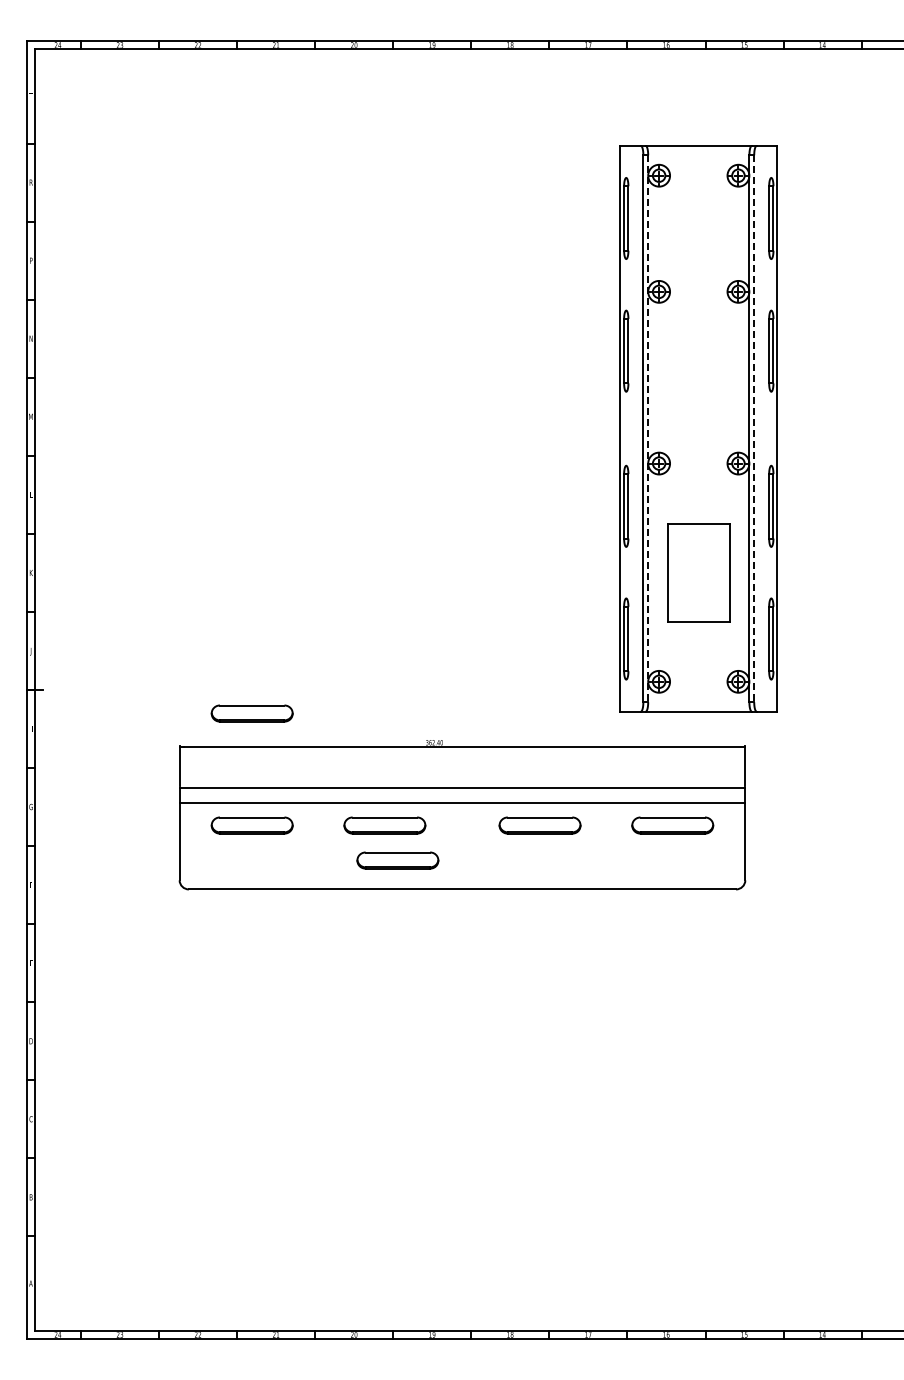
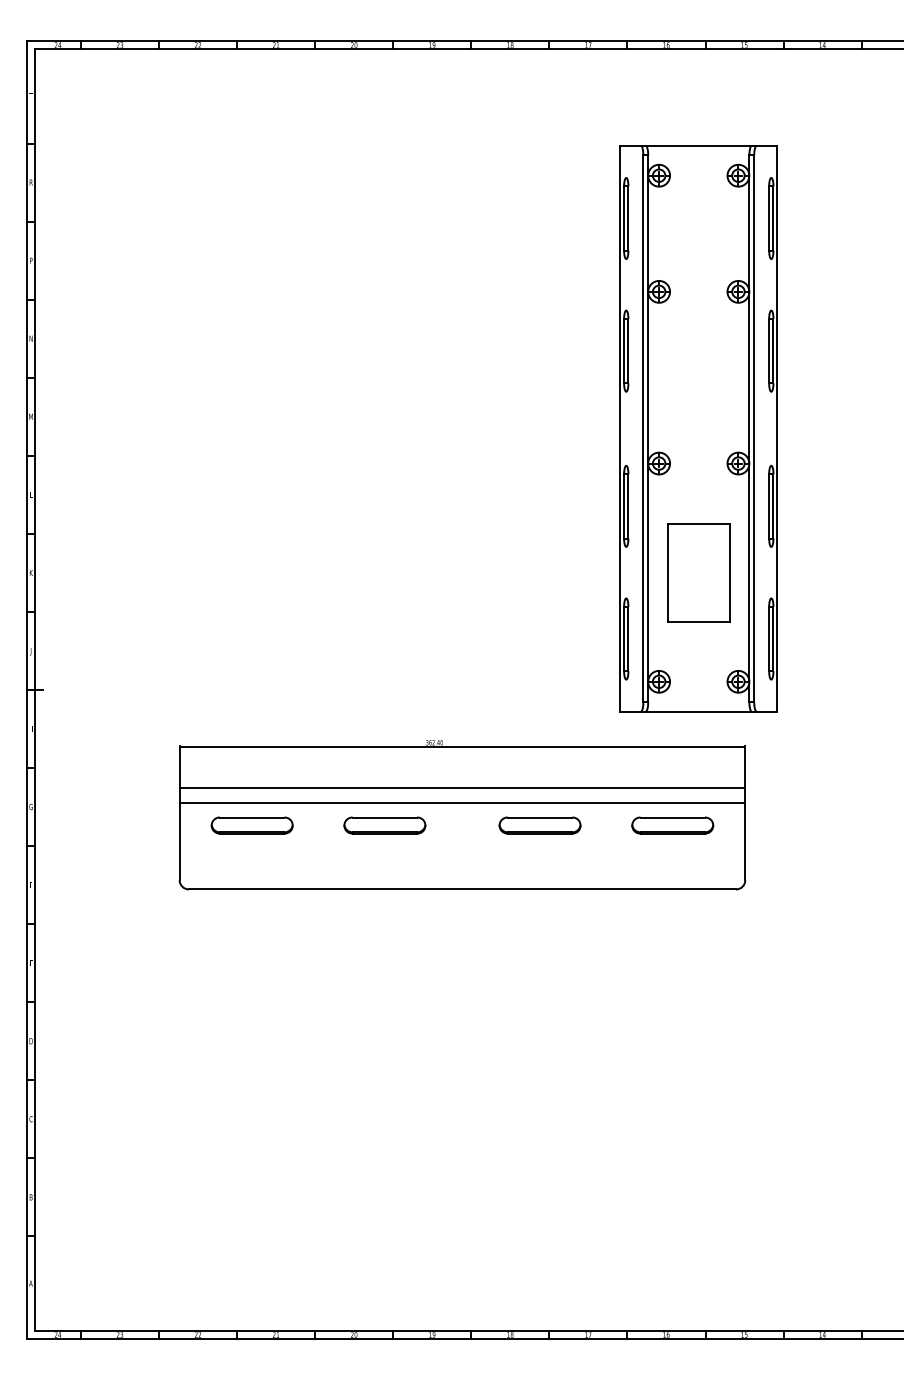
line at (648, 429): dashed -> solid
line at (754, 429): dashed -> solid
part at (251, 713): present -> none
part at (397, 860): present -> none
